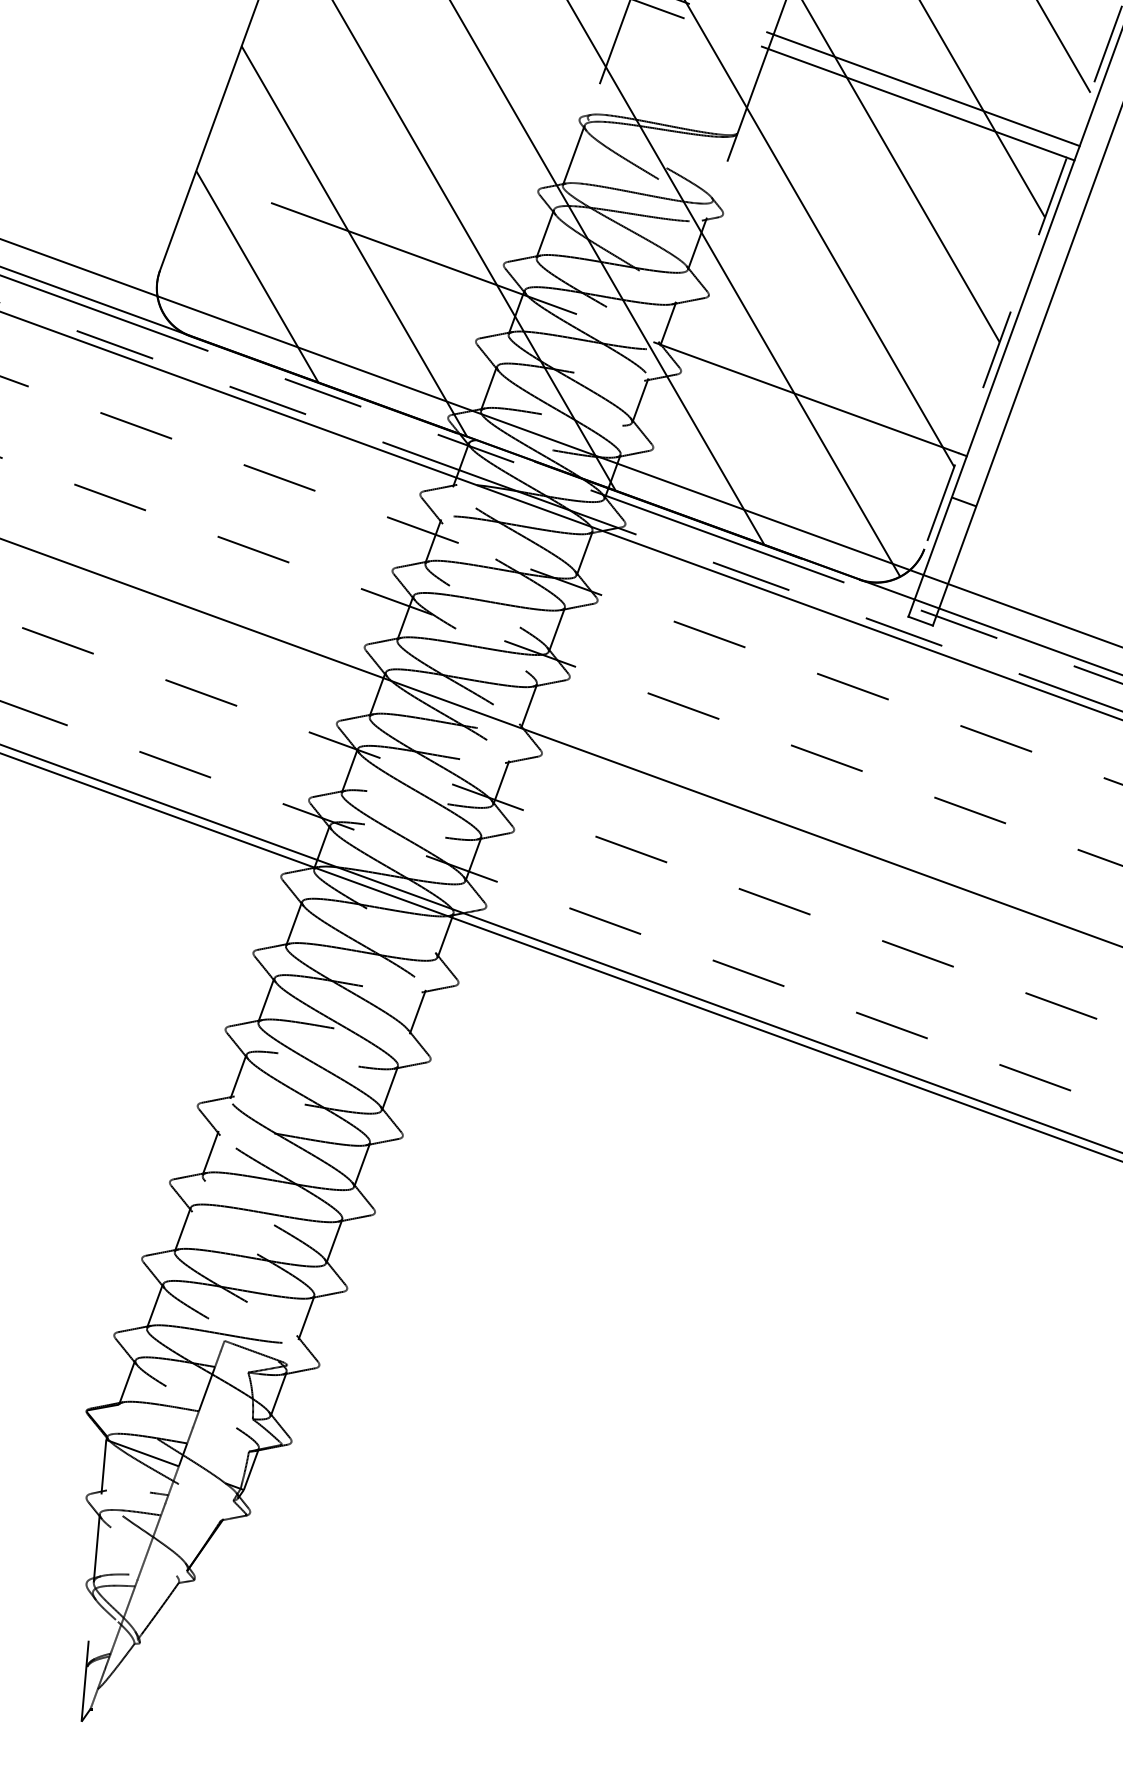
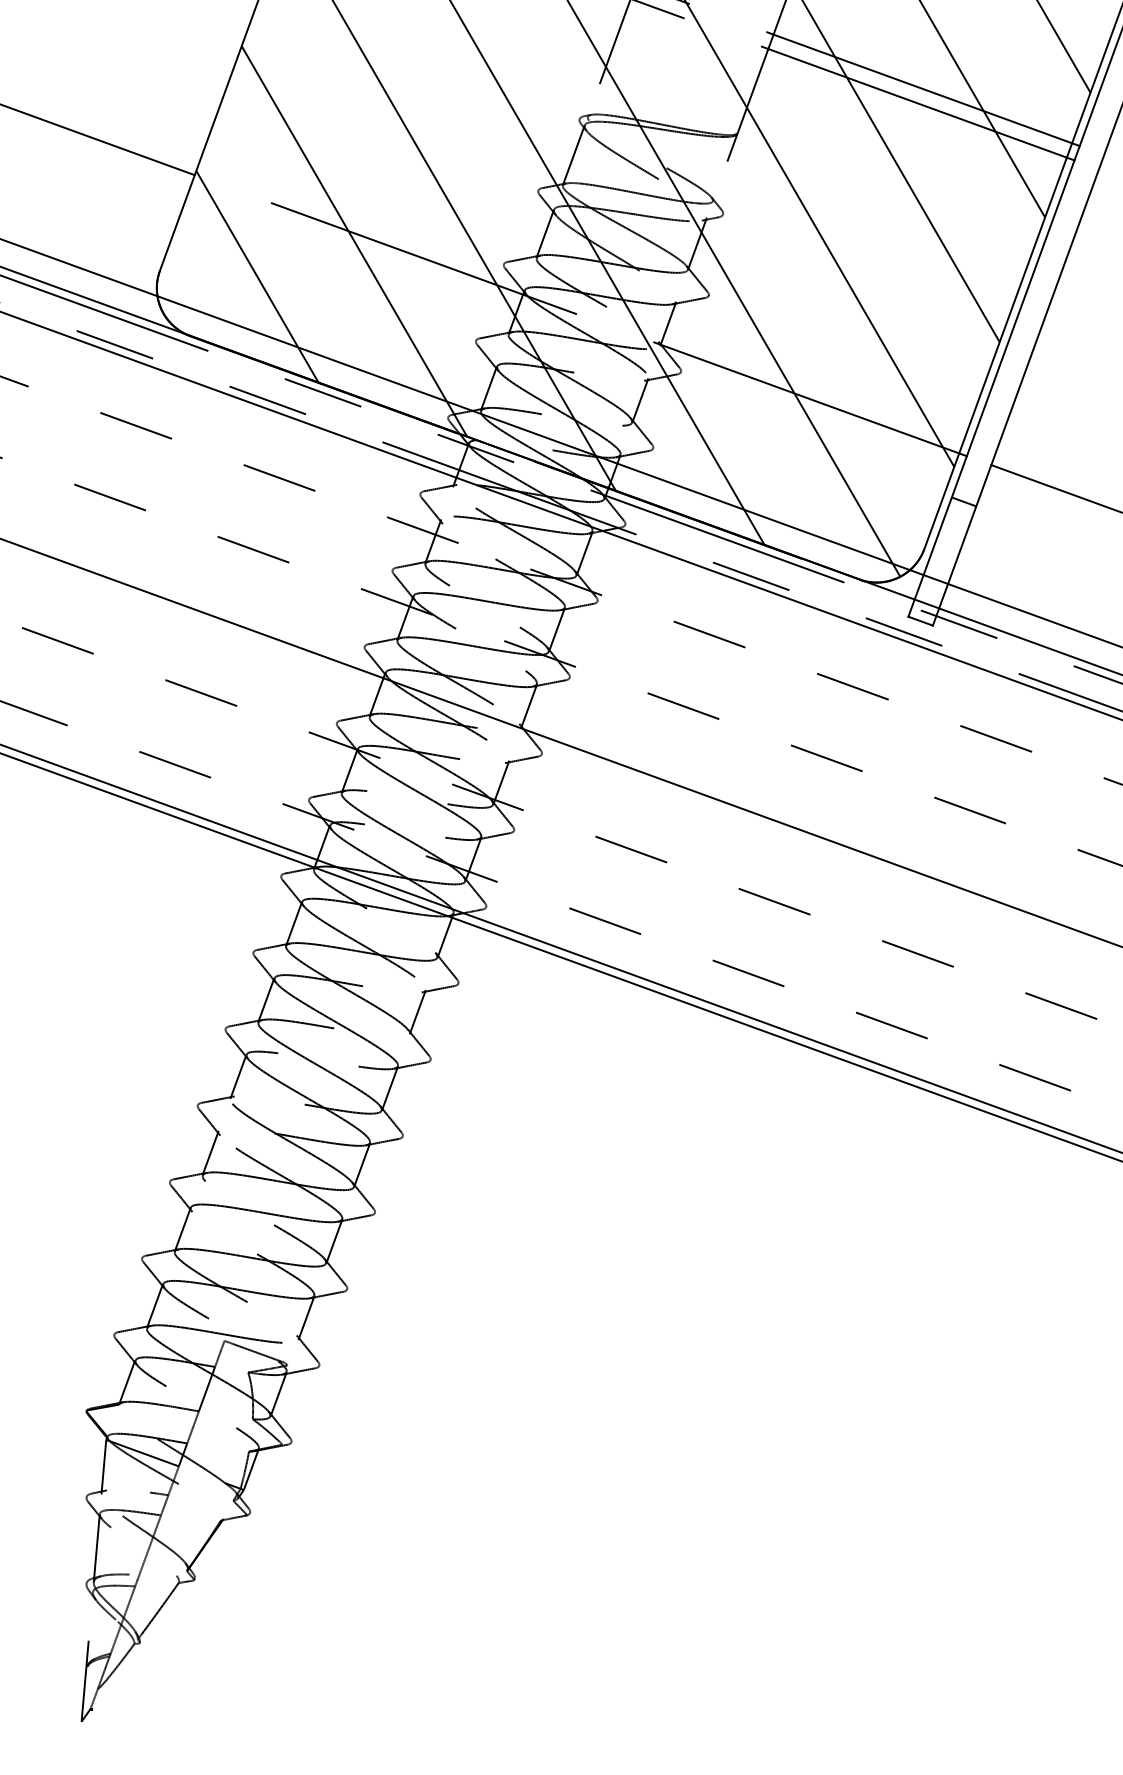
line at (98, 140): none -> present
line at (1023, 276): dashed -> solid
line at (1055, 488): none -> present
